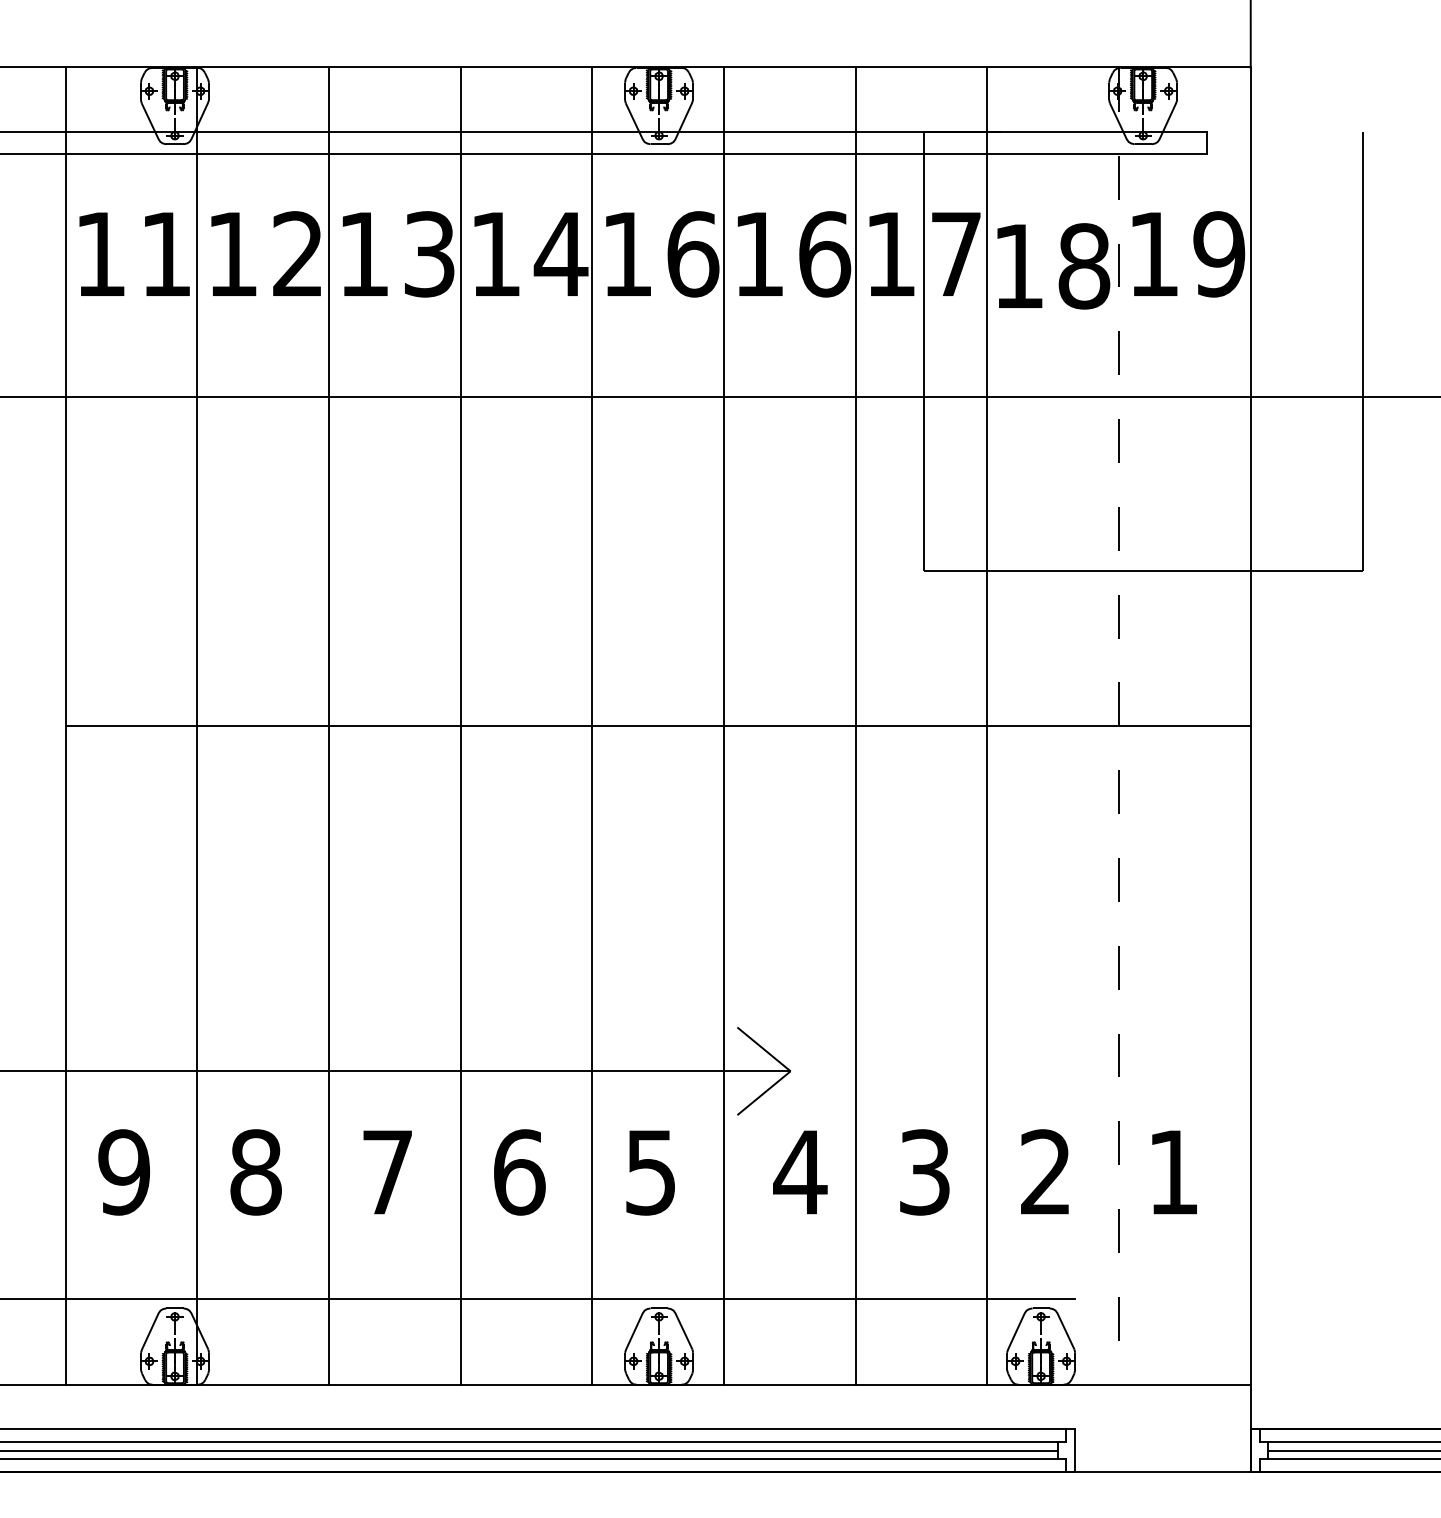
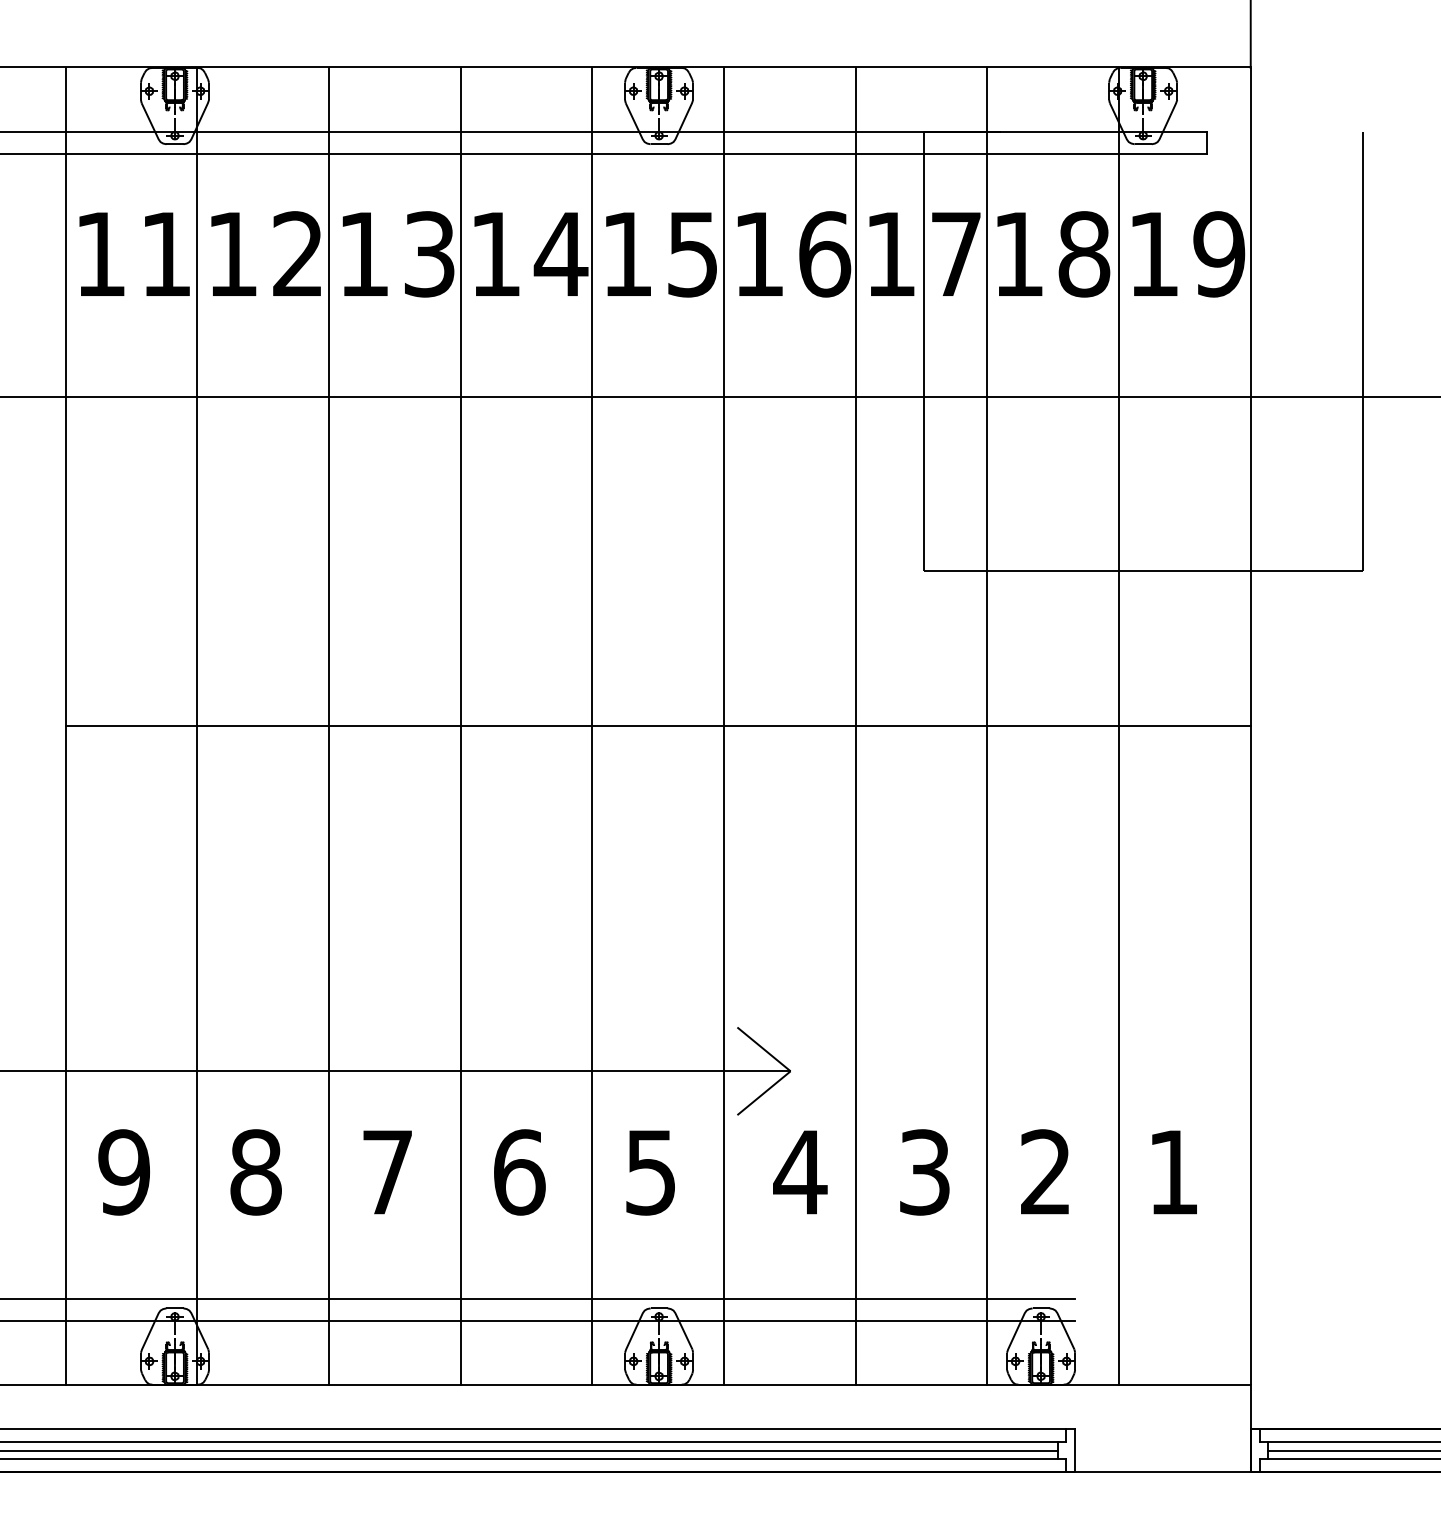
text at (693, 254): 16 -> 15
text at (1053, 266) position: (1053, 266) -> (1053, 254)
line at (1119, 726): dashed -> solid
line at (538, 1320): none -> present
